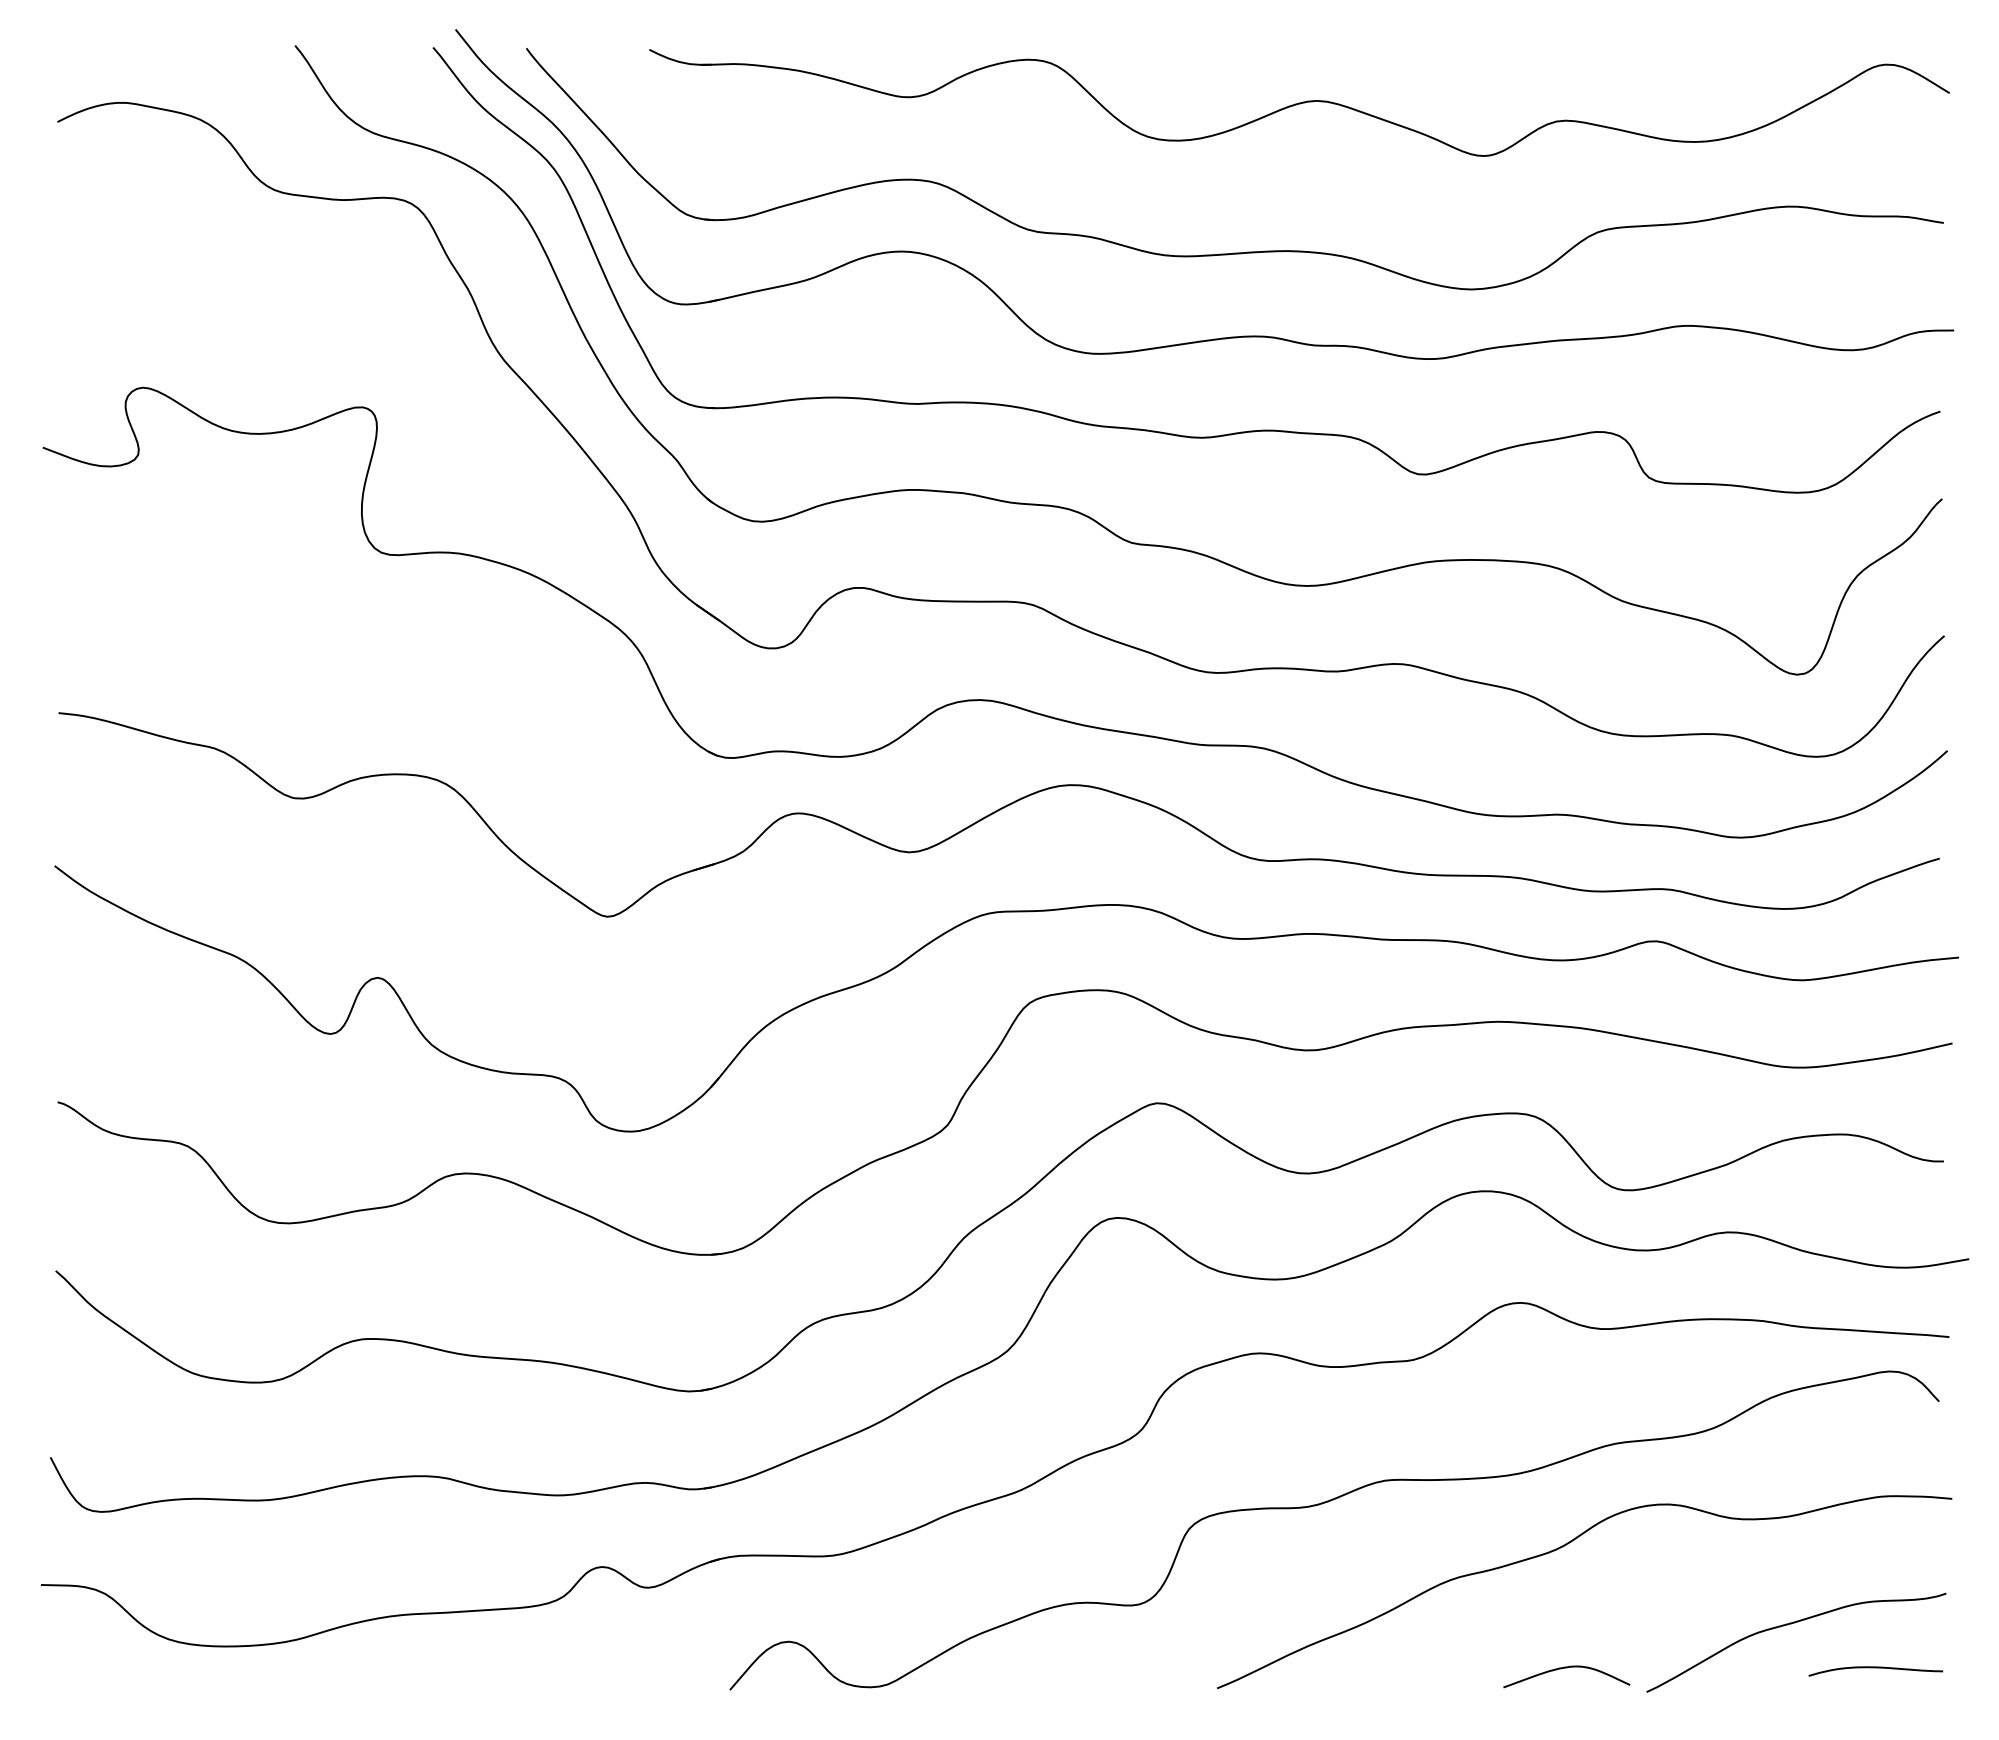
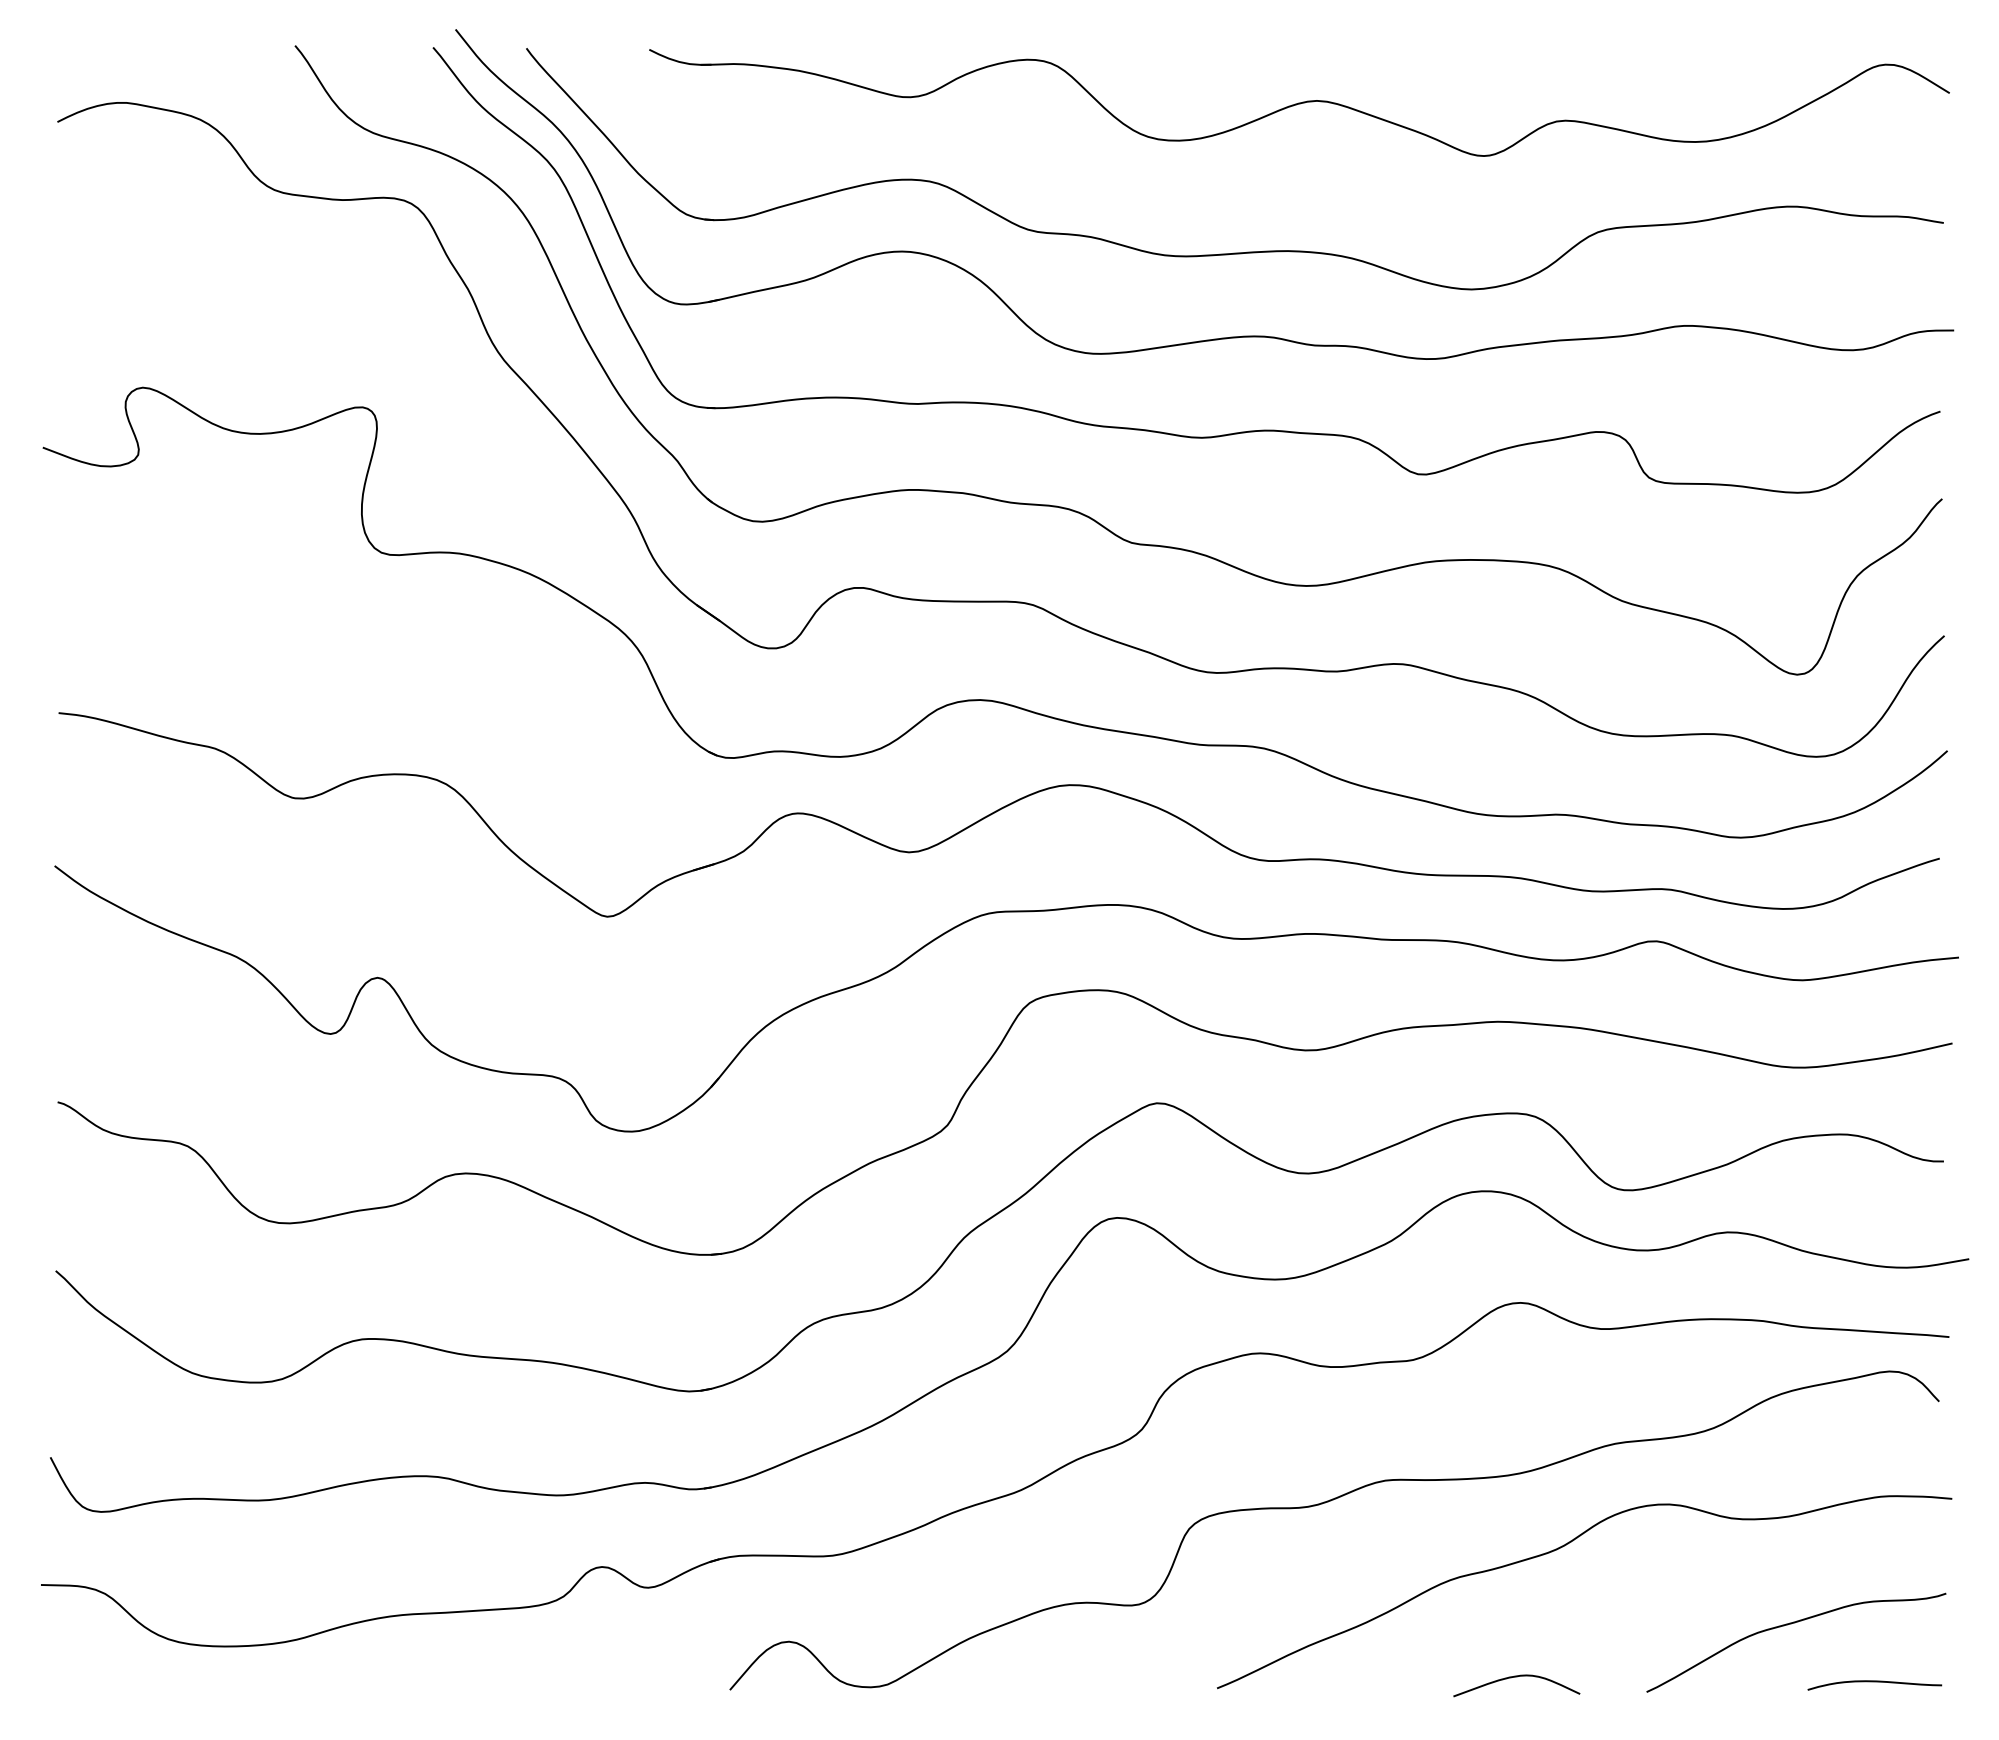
curve at (1566, 1668) position: (1566, 1668) -> (1516, 1677)
curve at (1875, 1668) position: (1875, 1668) -> (1874, 1682)
